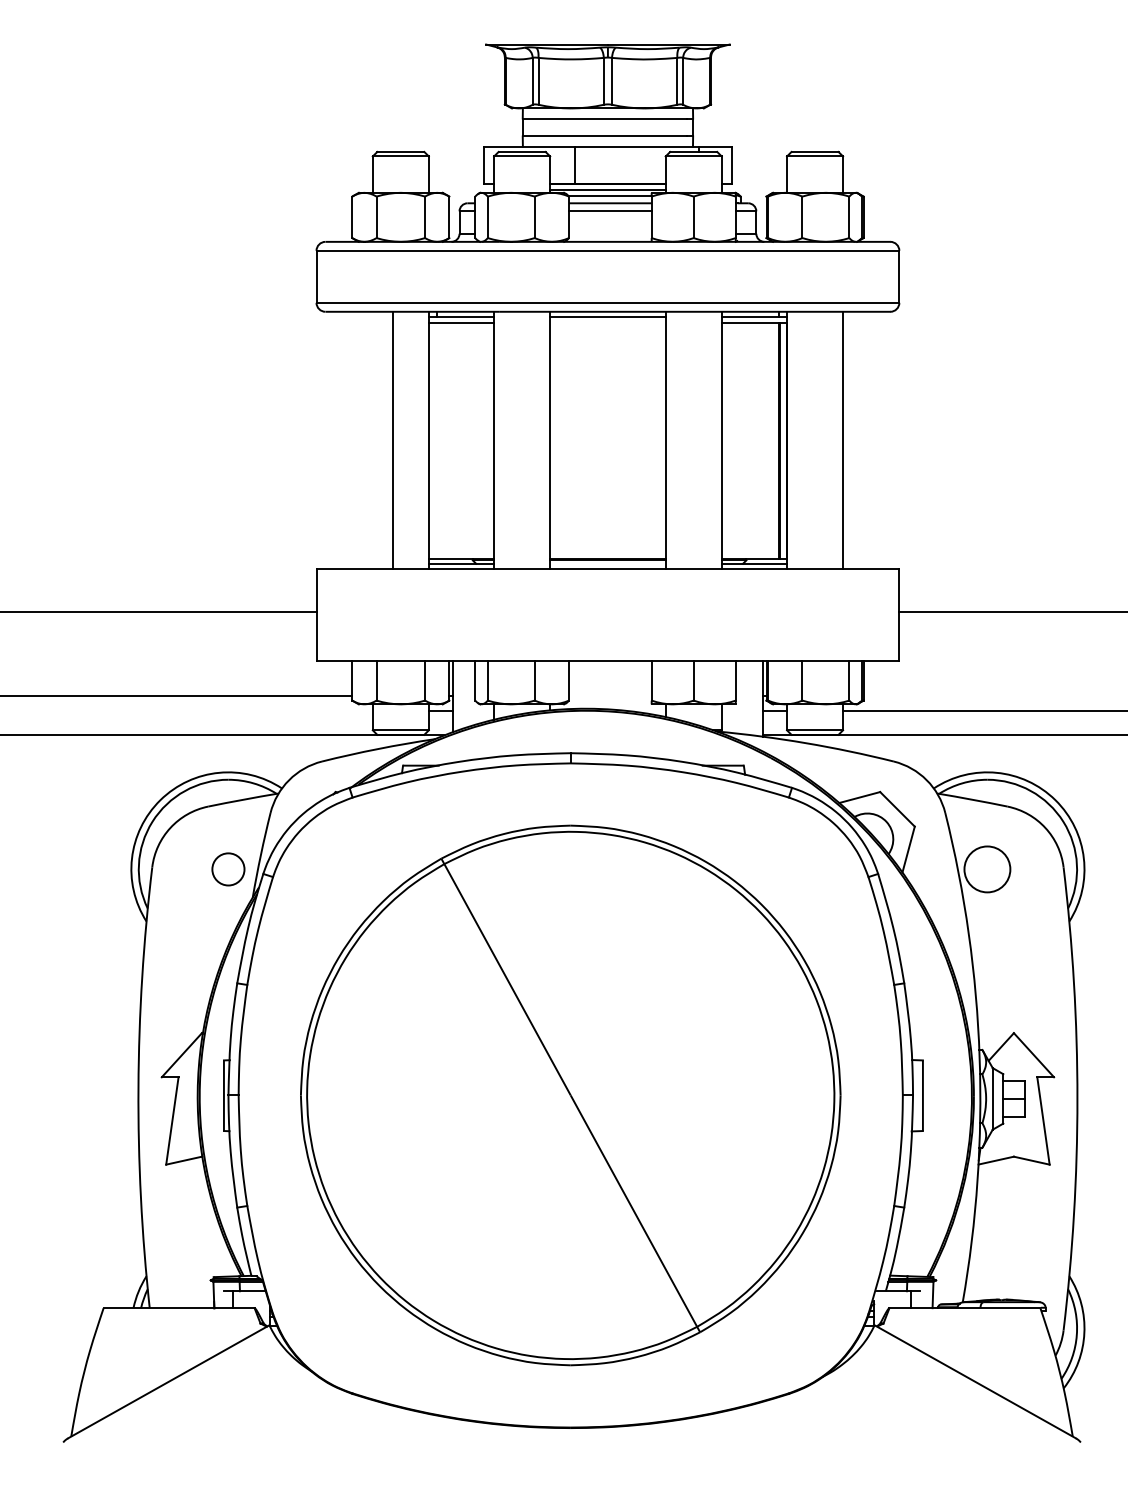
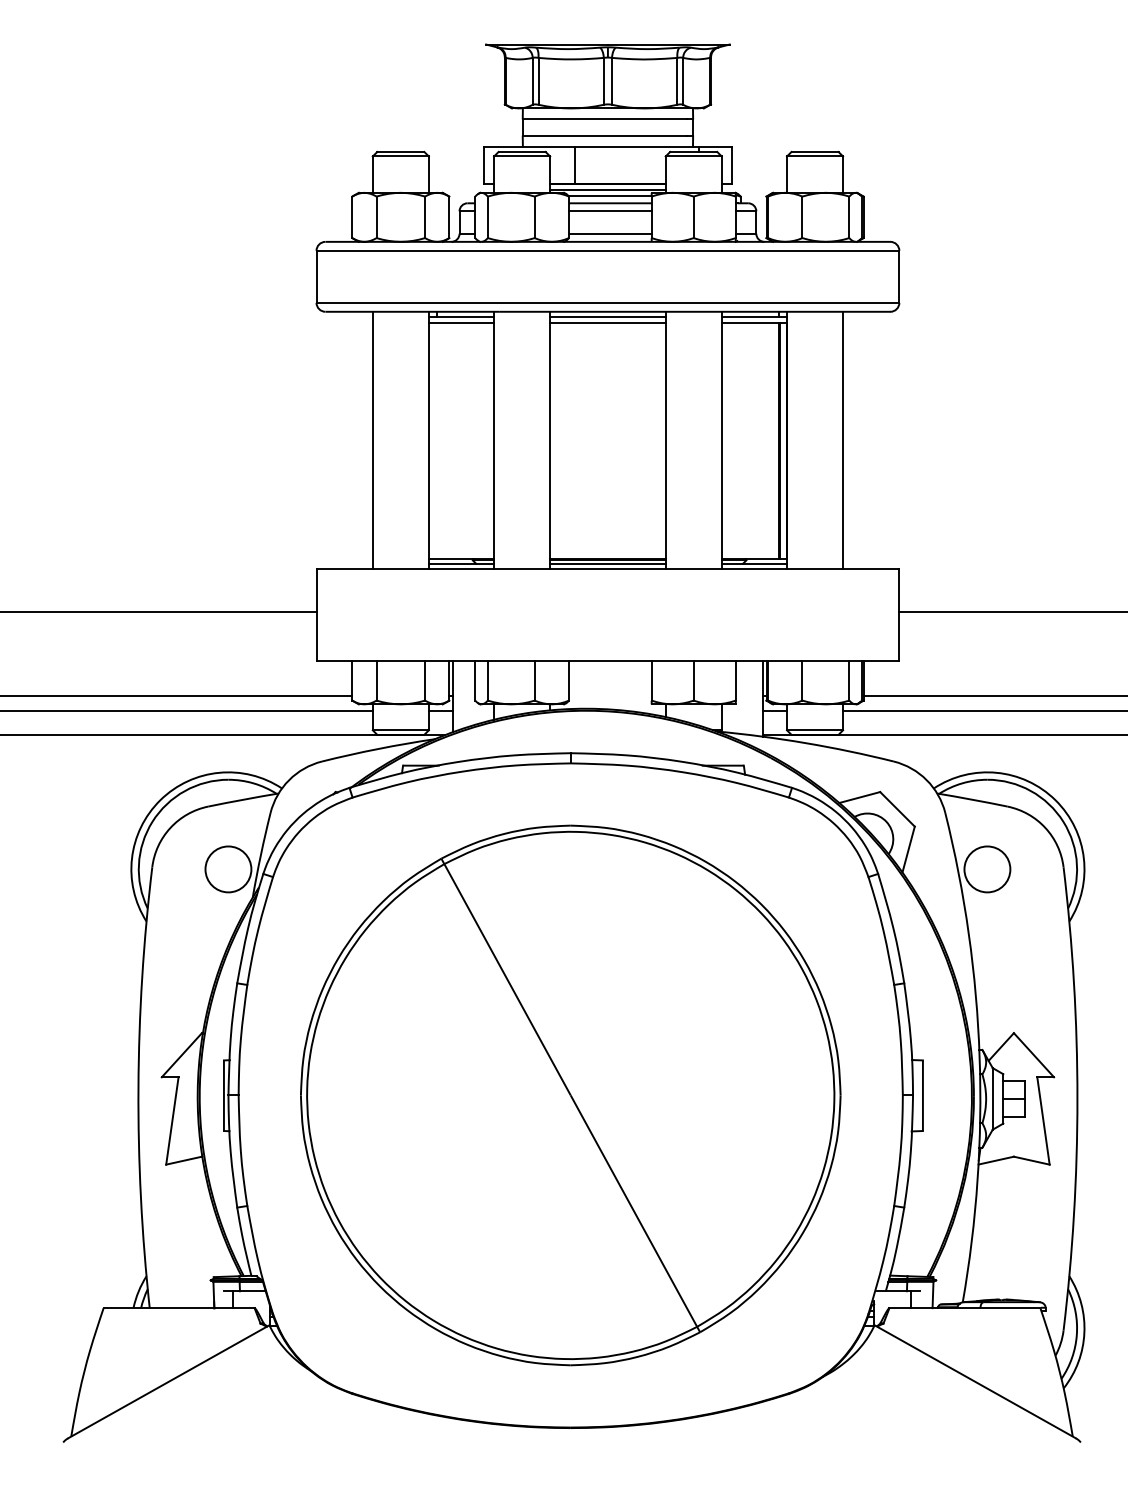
line at (610, 233): none -> present
line at (607, 323): none -> present
line at (392, 440) position: (392, 440) -> (372, 440)
line at (607, 563): none -> present
line at (993, 696): none -> present
line at (187, 710): none -> present
circle at (228, 869) diameter: 32 px -> 46 px
